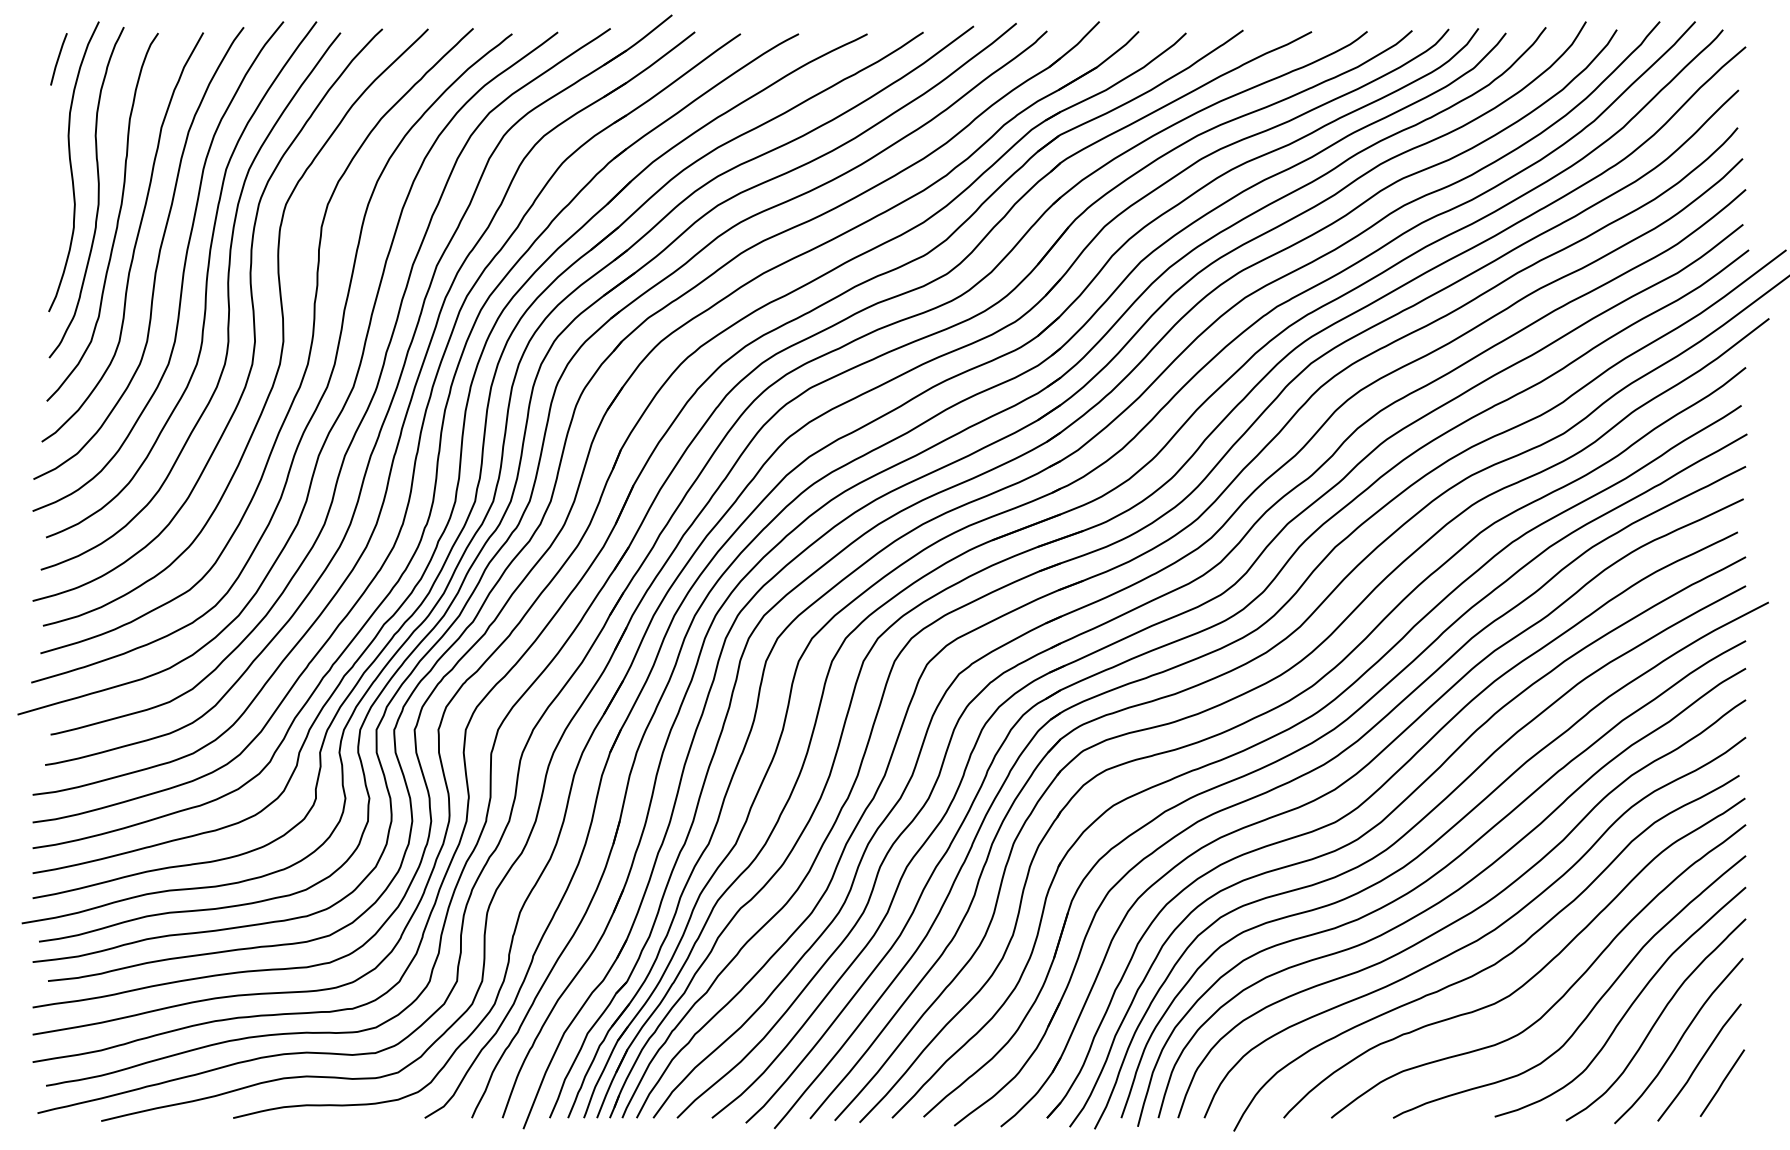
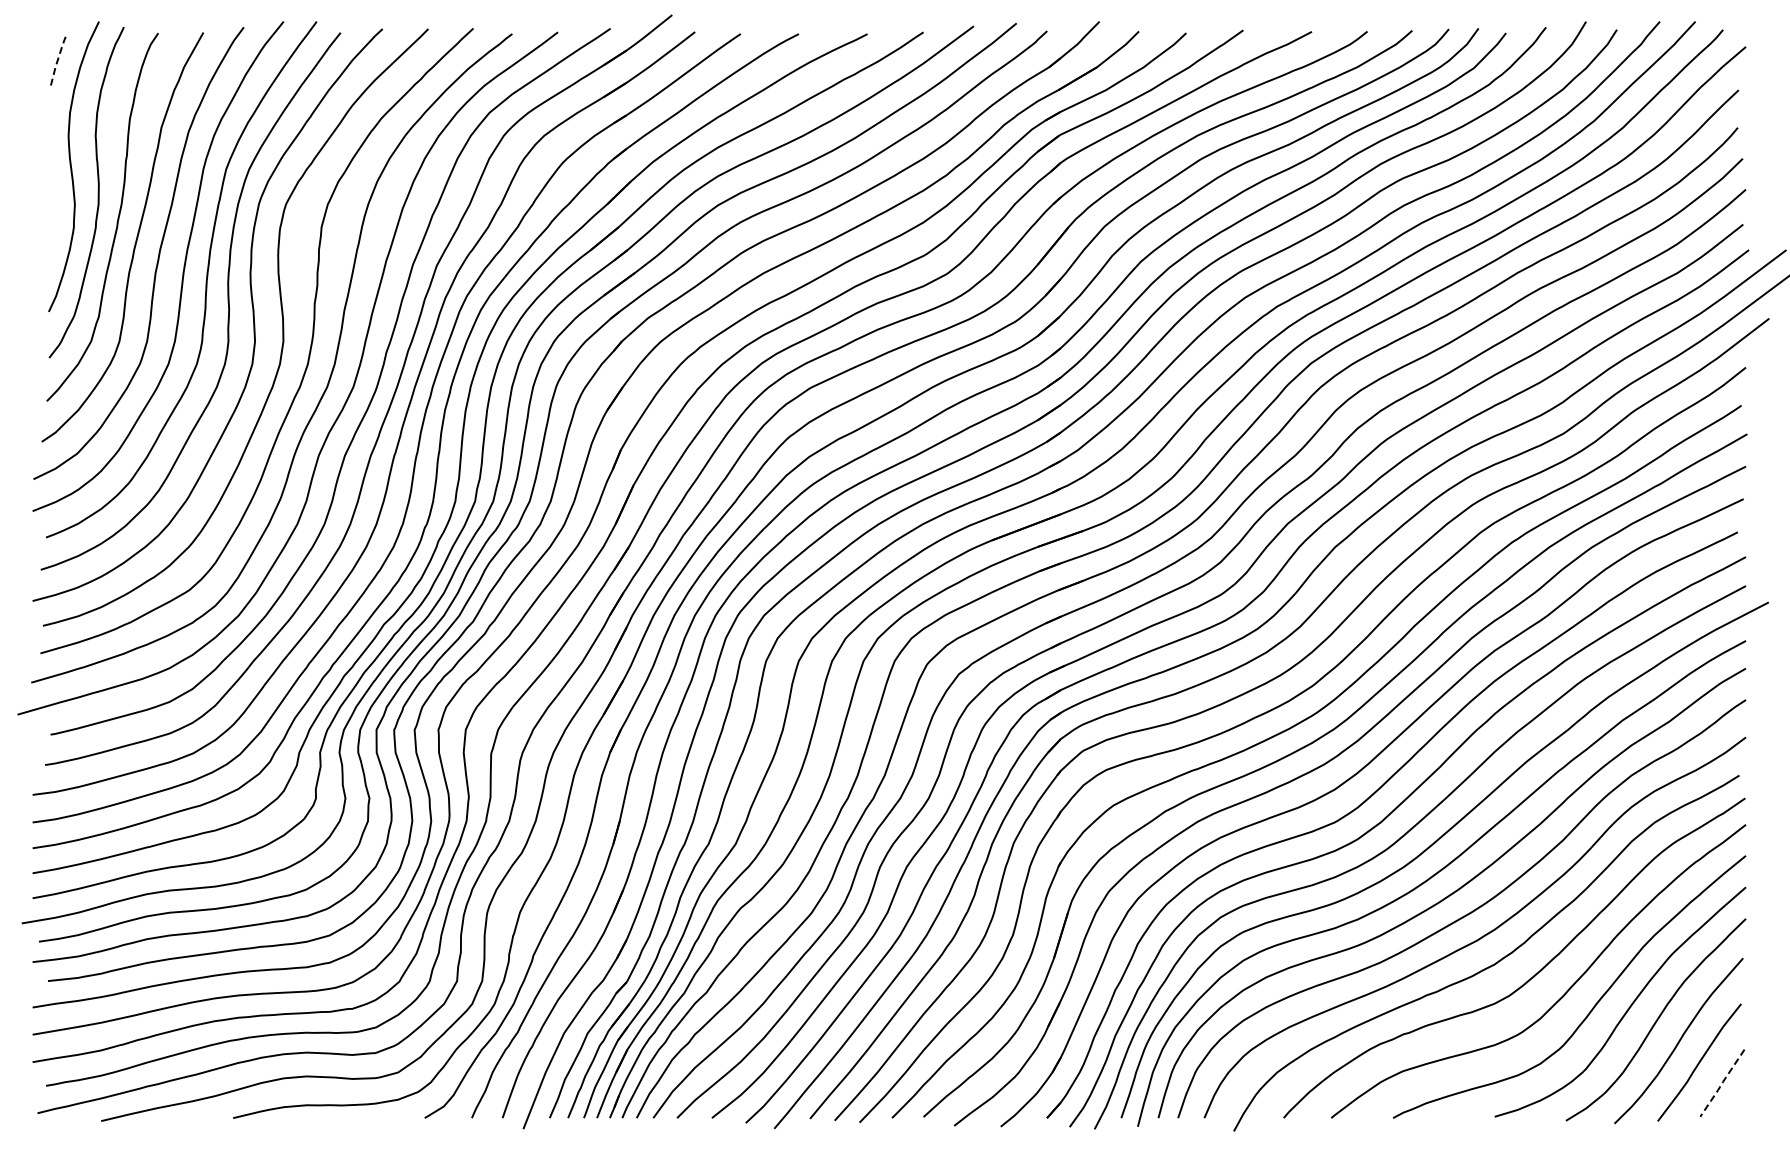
line at (58, 58): solid -> dashed
line at (1722, 1083): solid -> dashed
